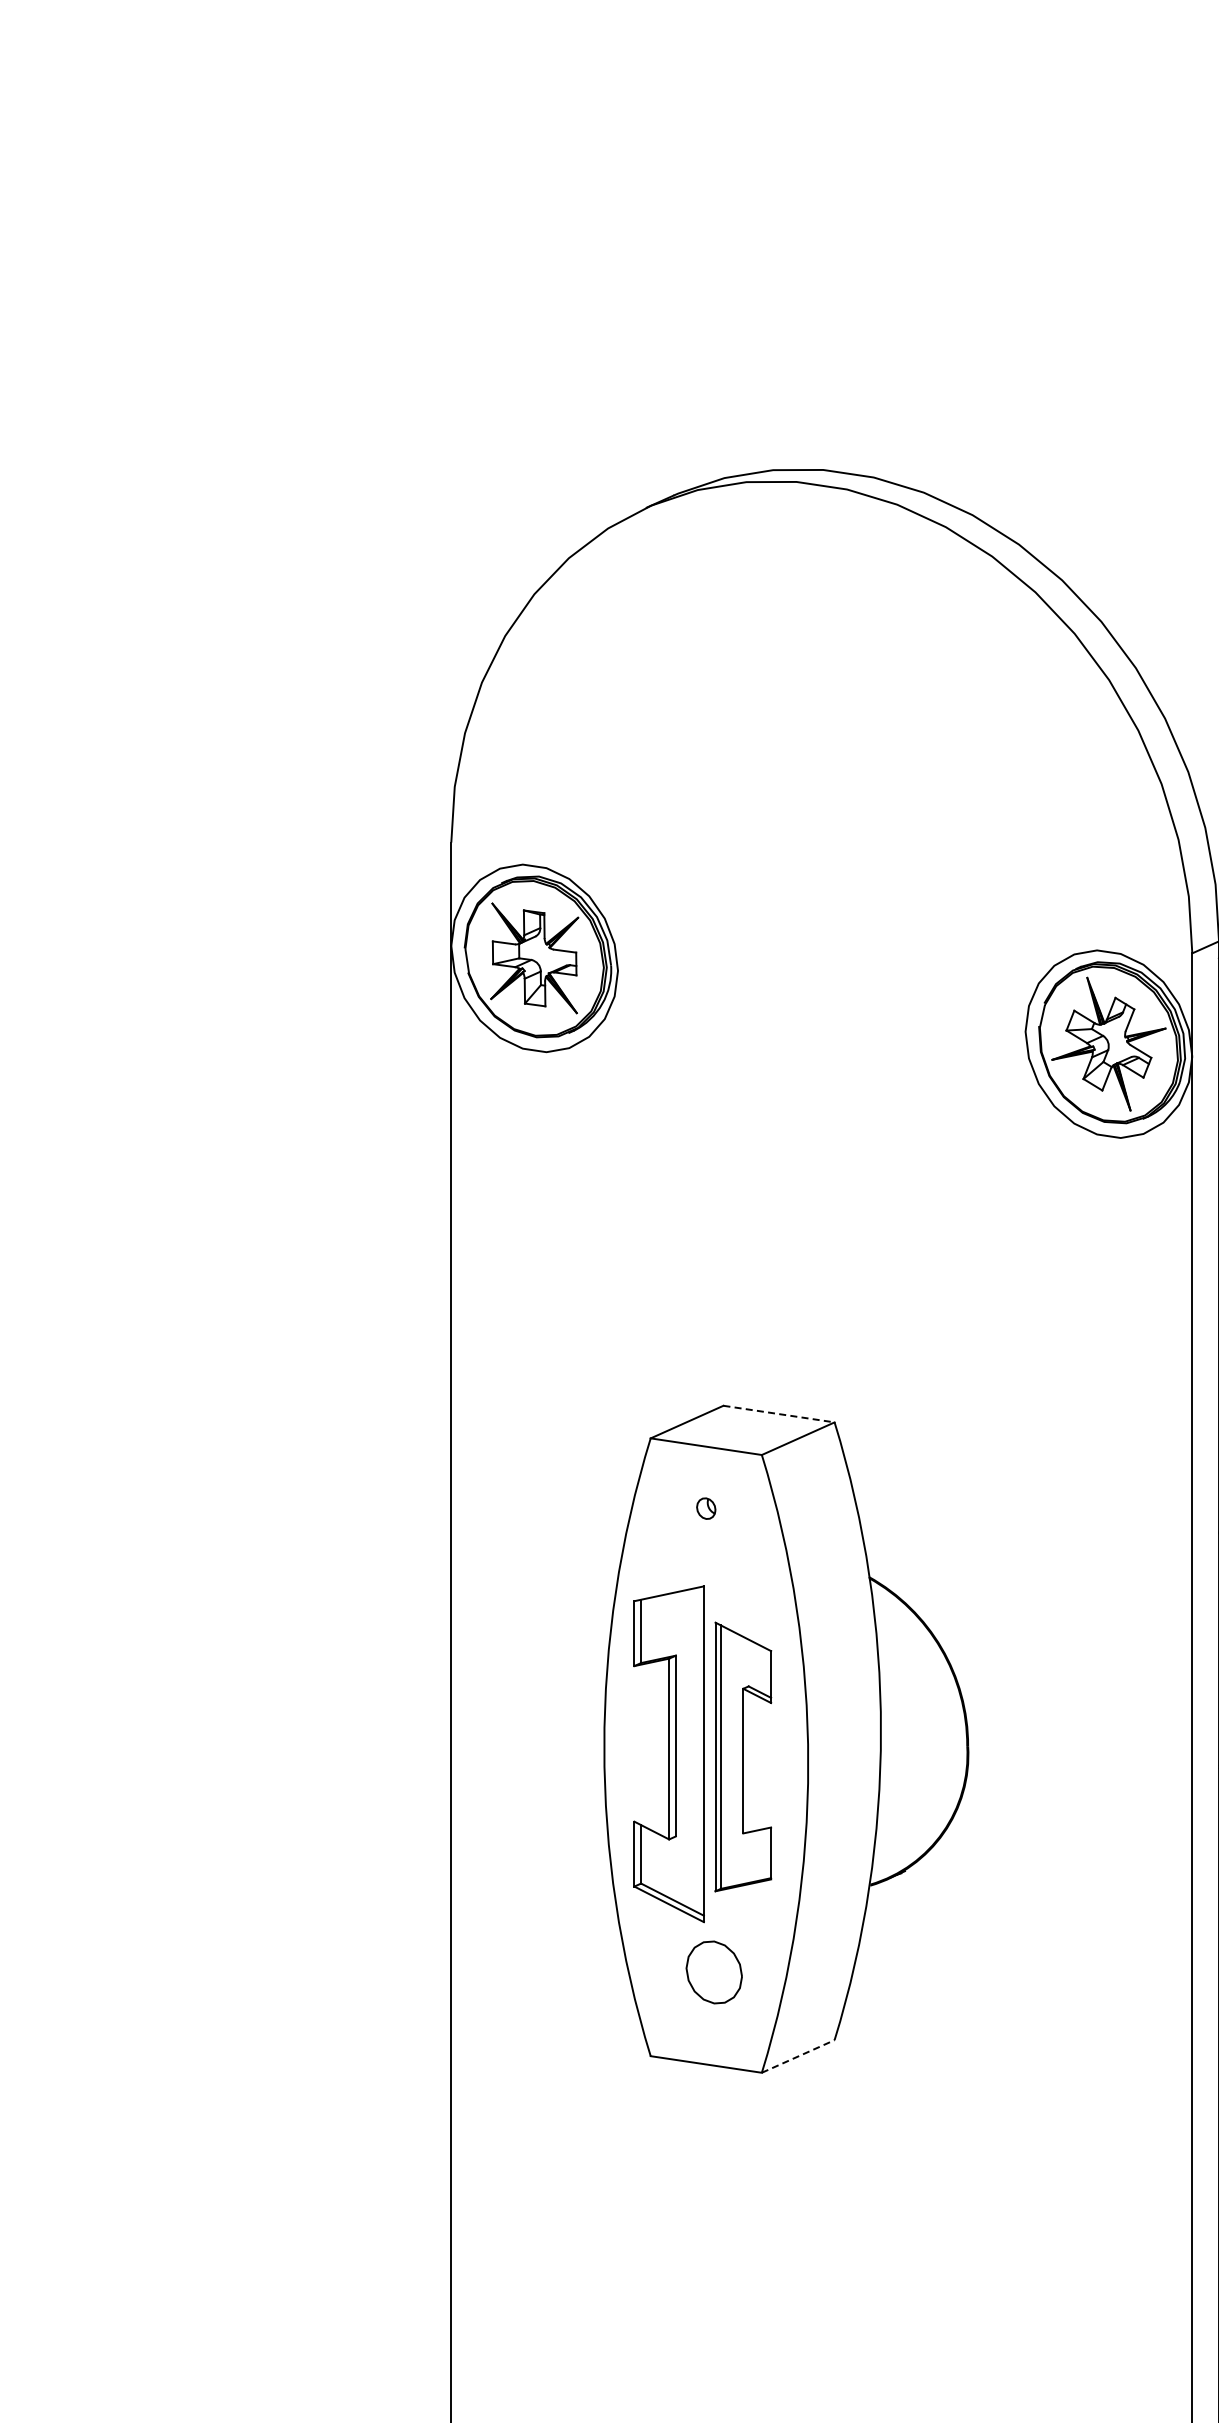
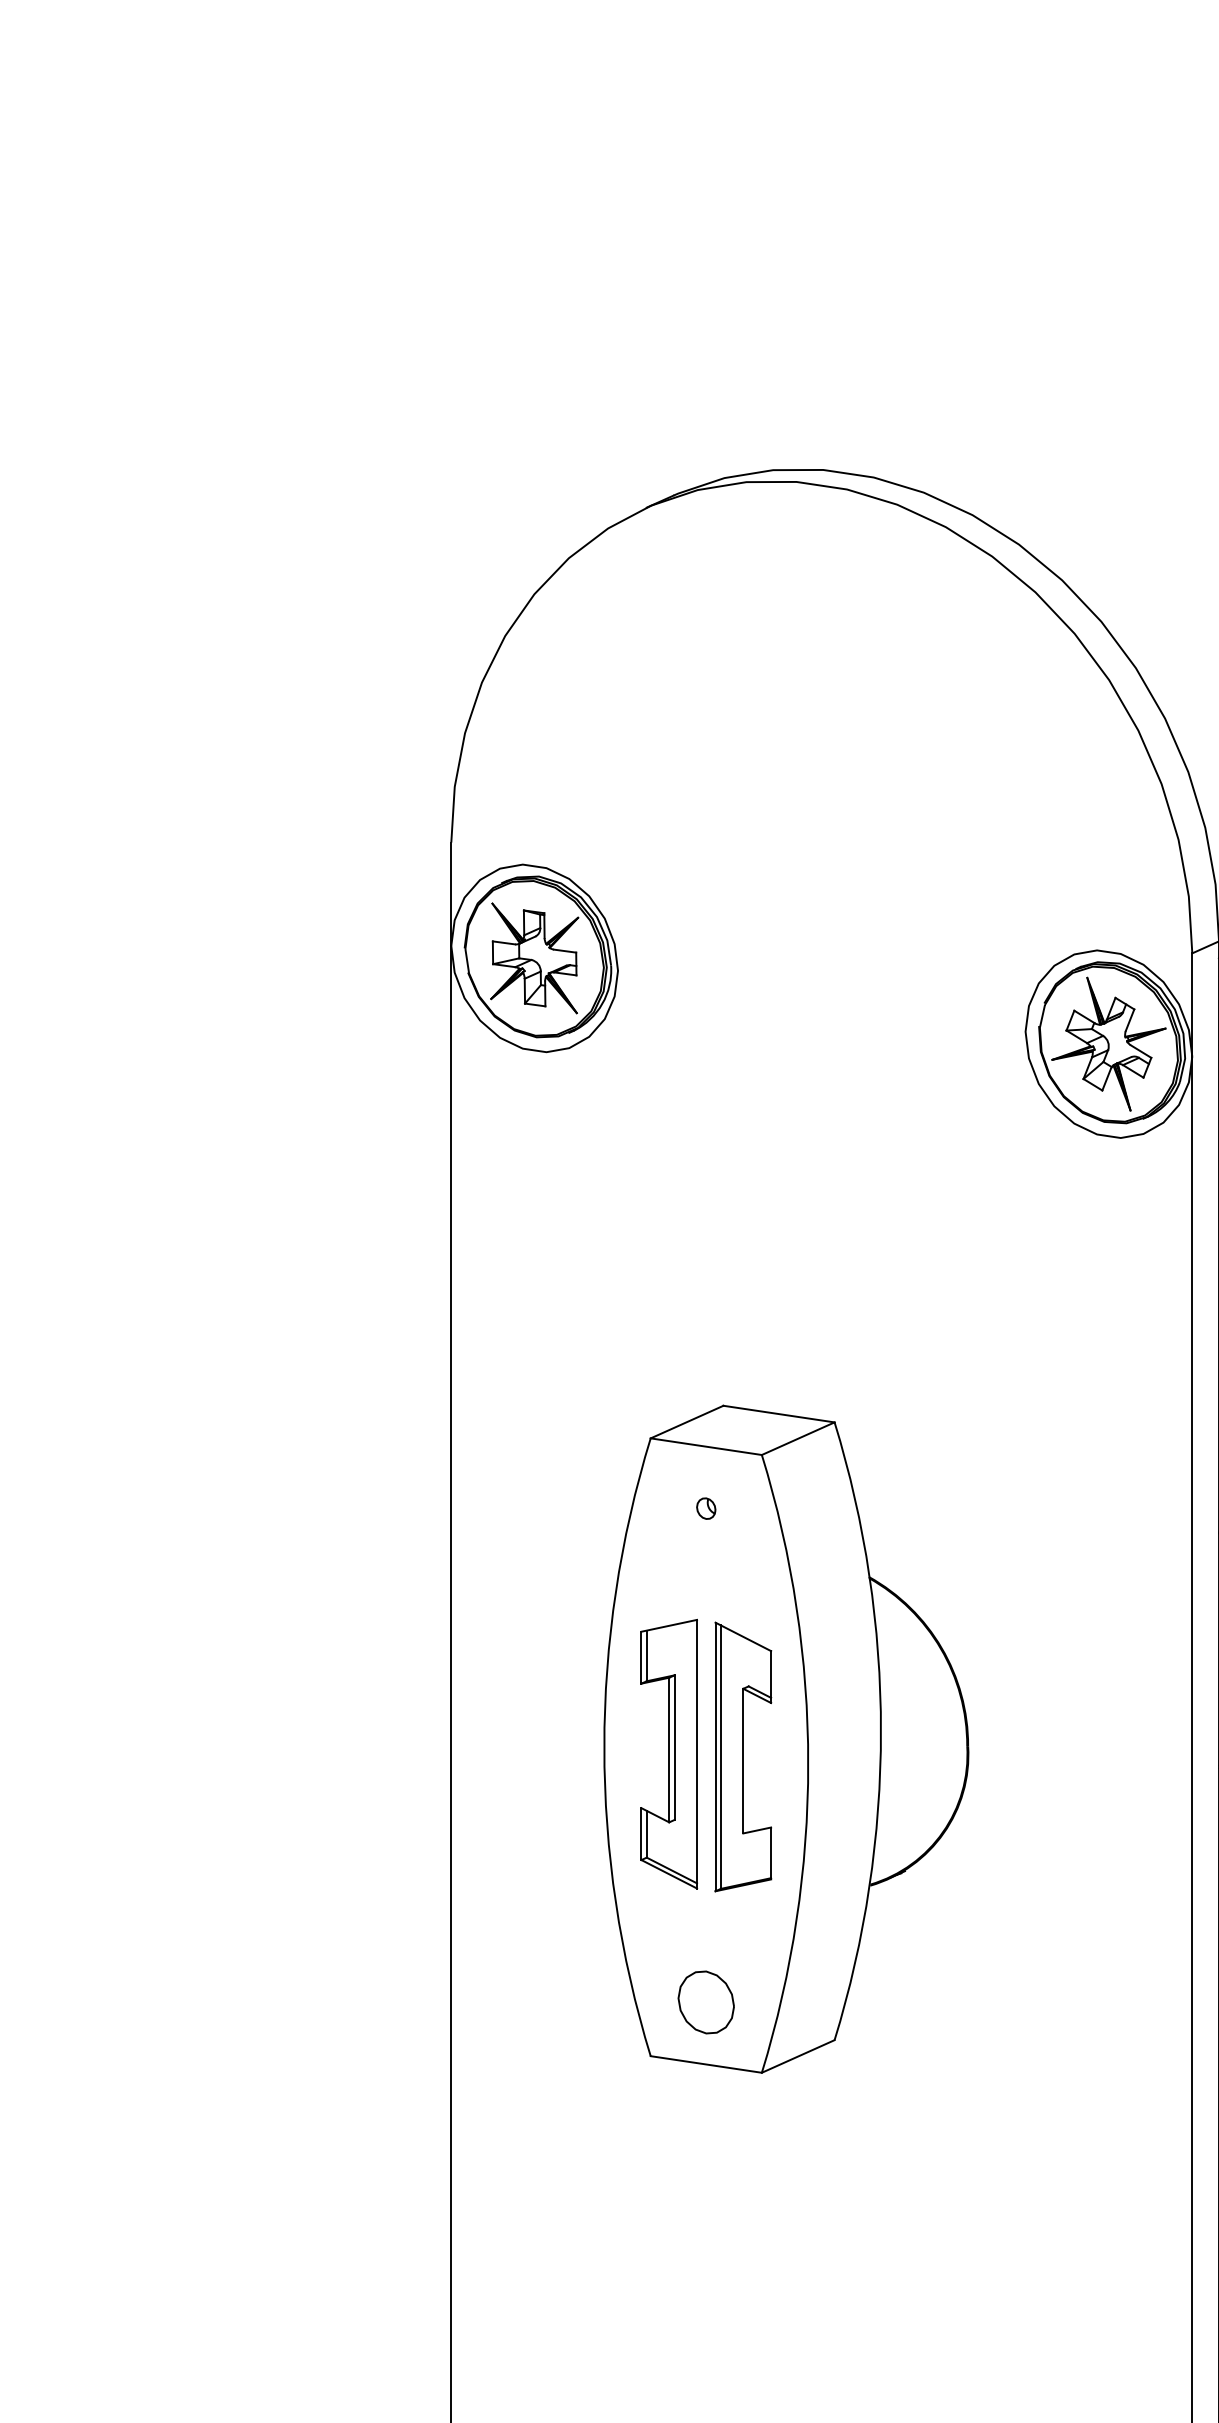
line at (779, 1414): dashed -> solid
part at (668, 1754) size: 72x339 px -> 59x272 px
part at (713, 1972) position: (713, 1972) -> (705, 2002)
line at (798, 2056): dashed -> solid
